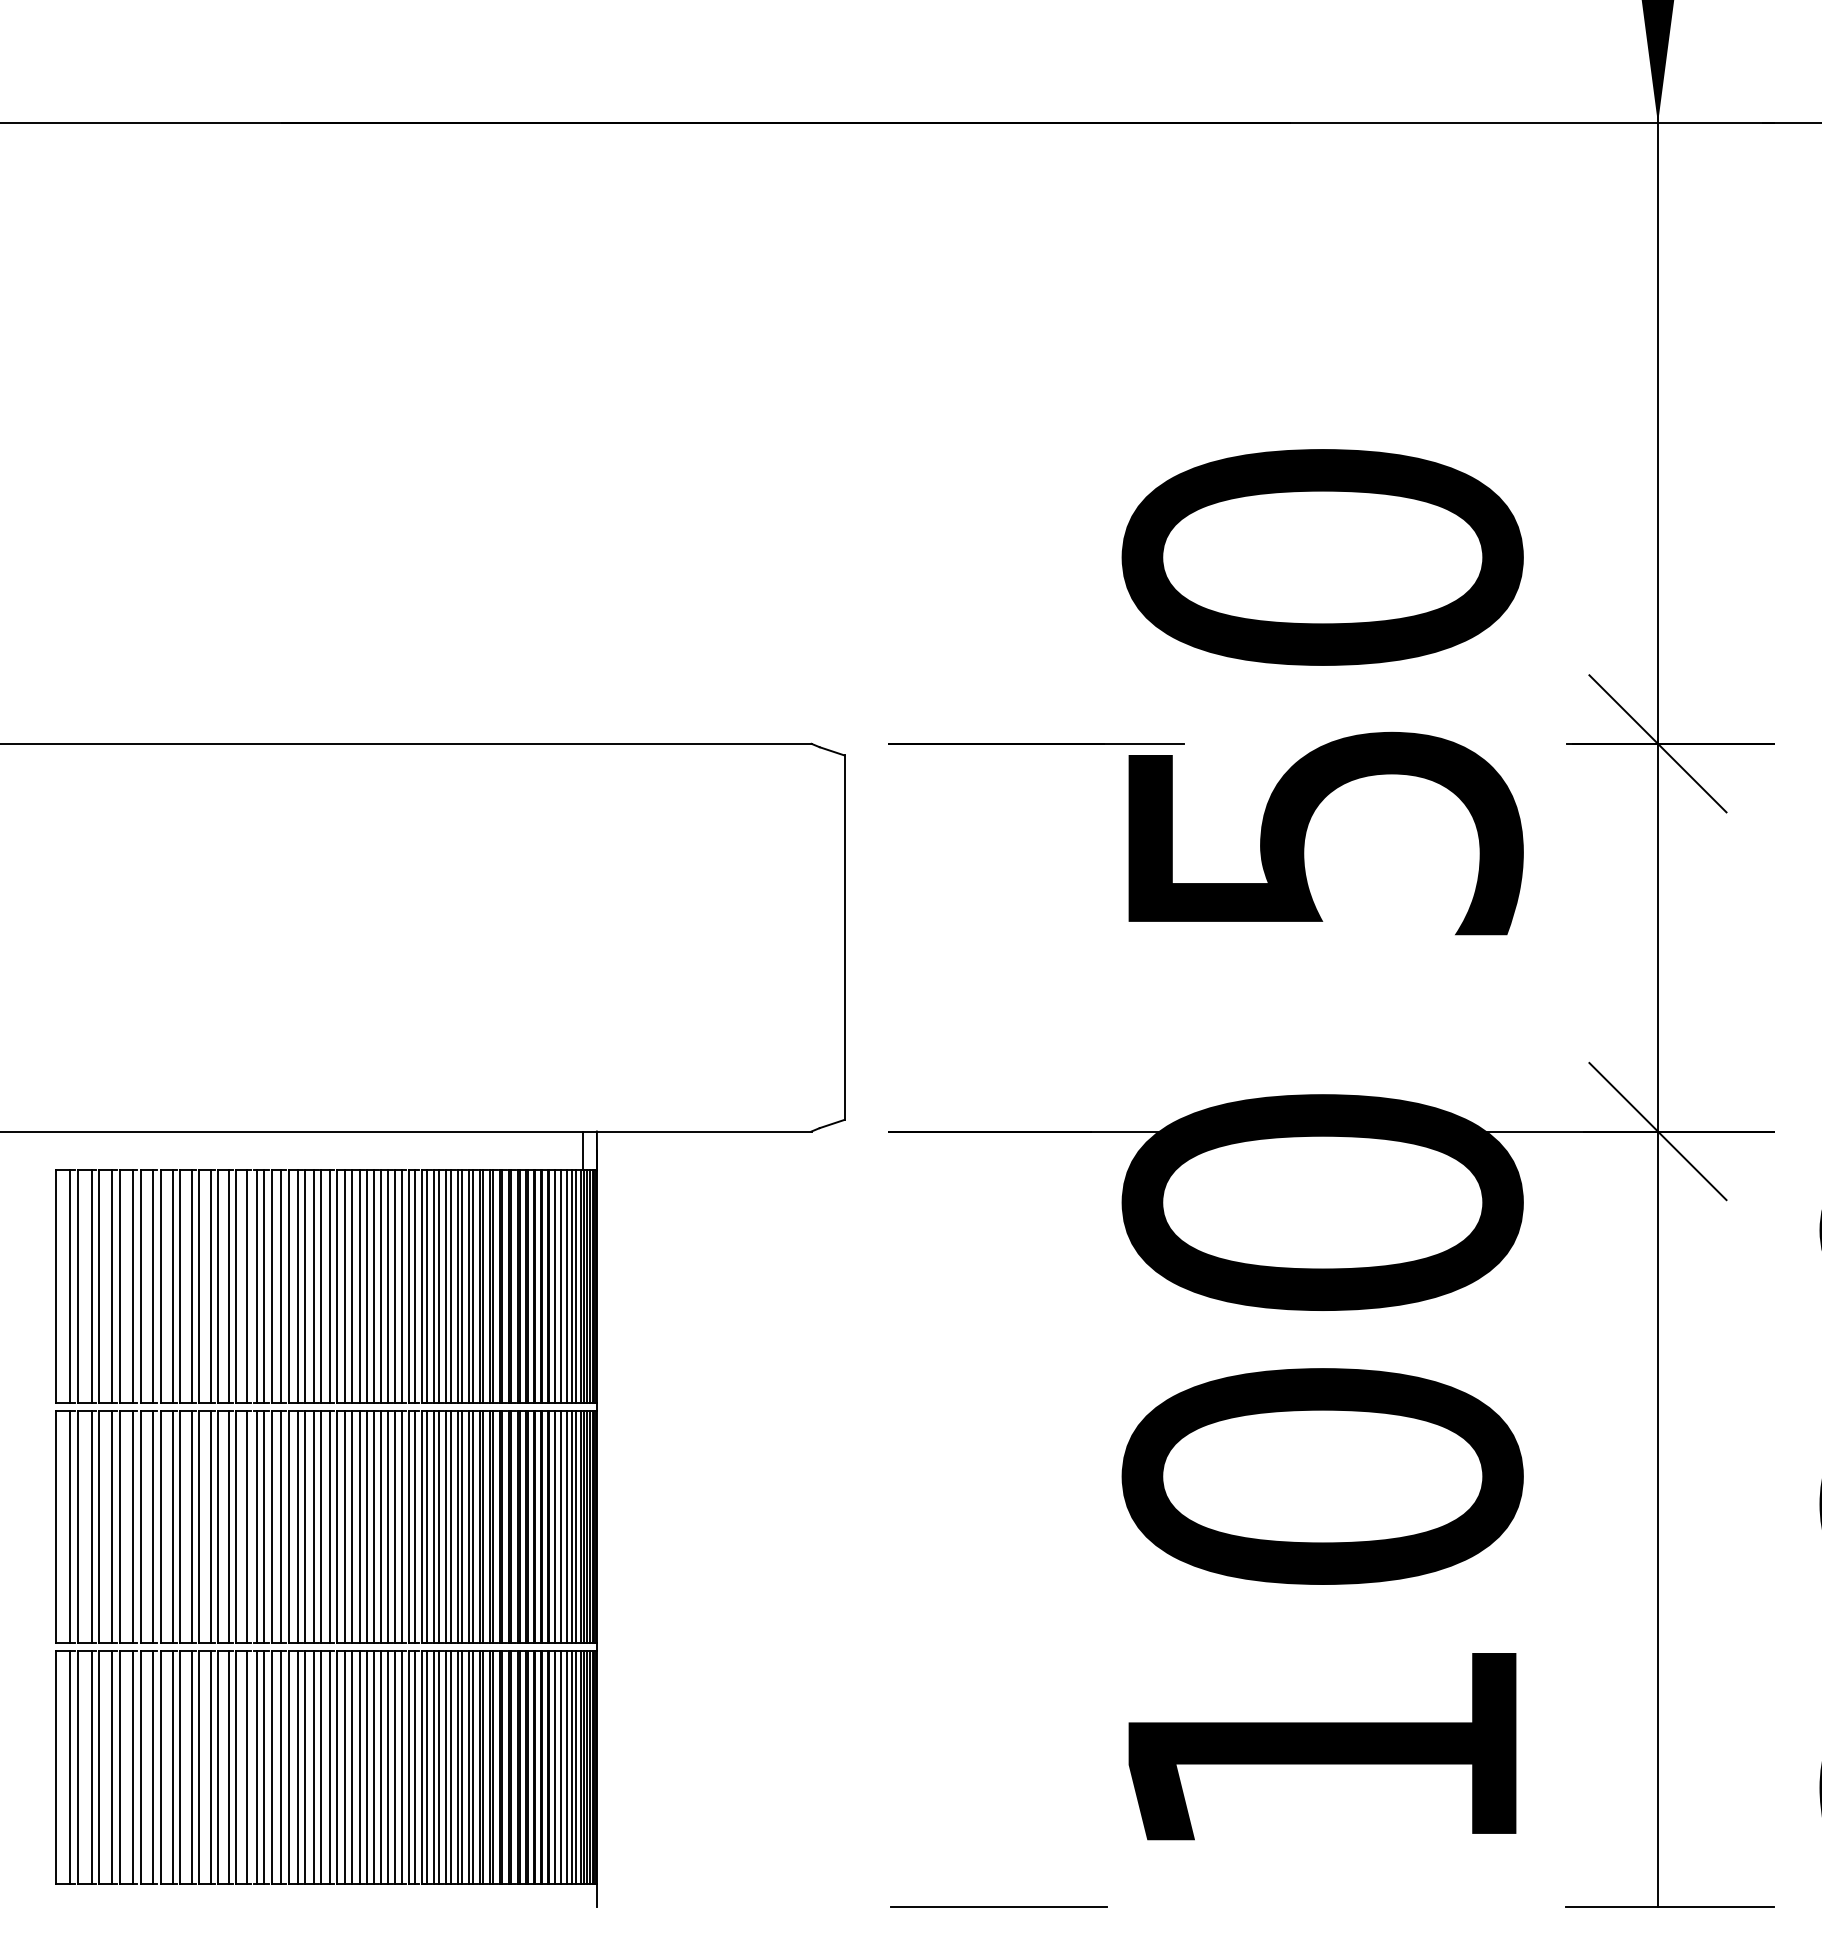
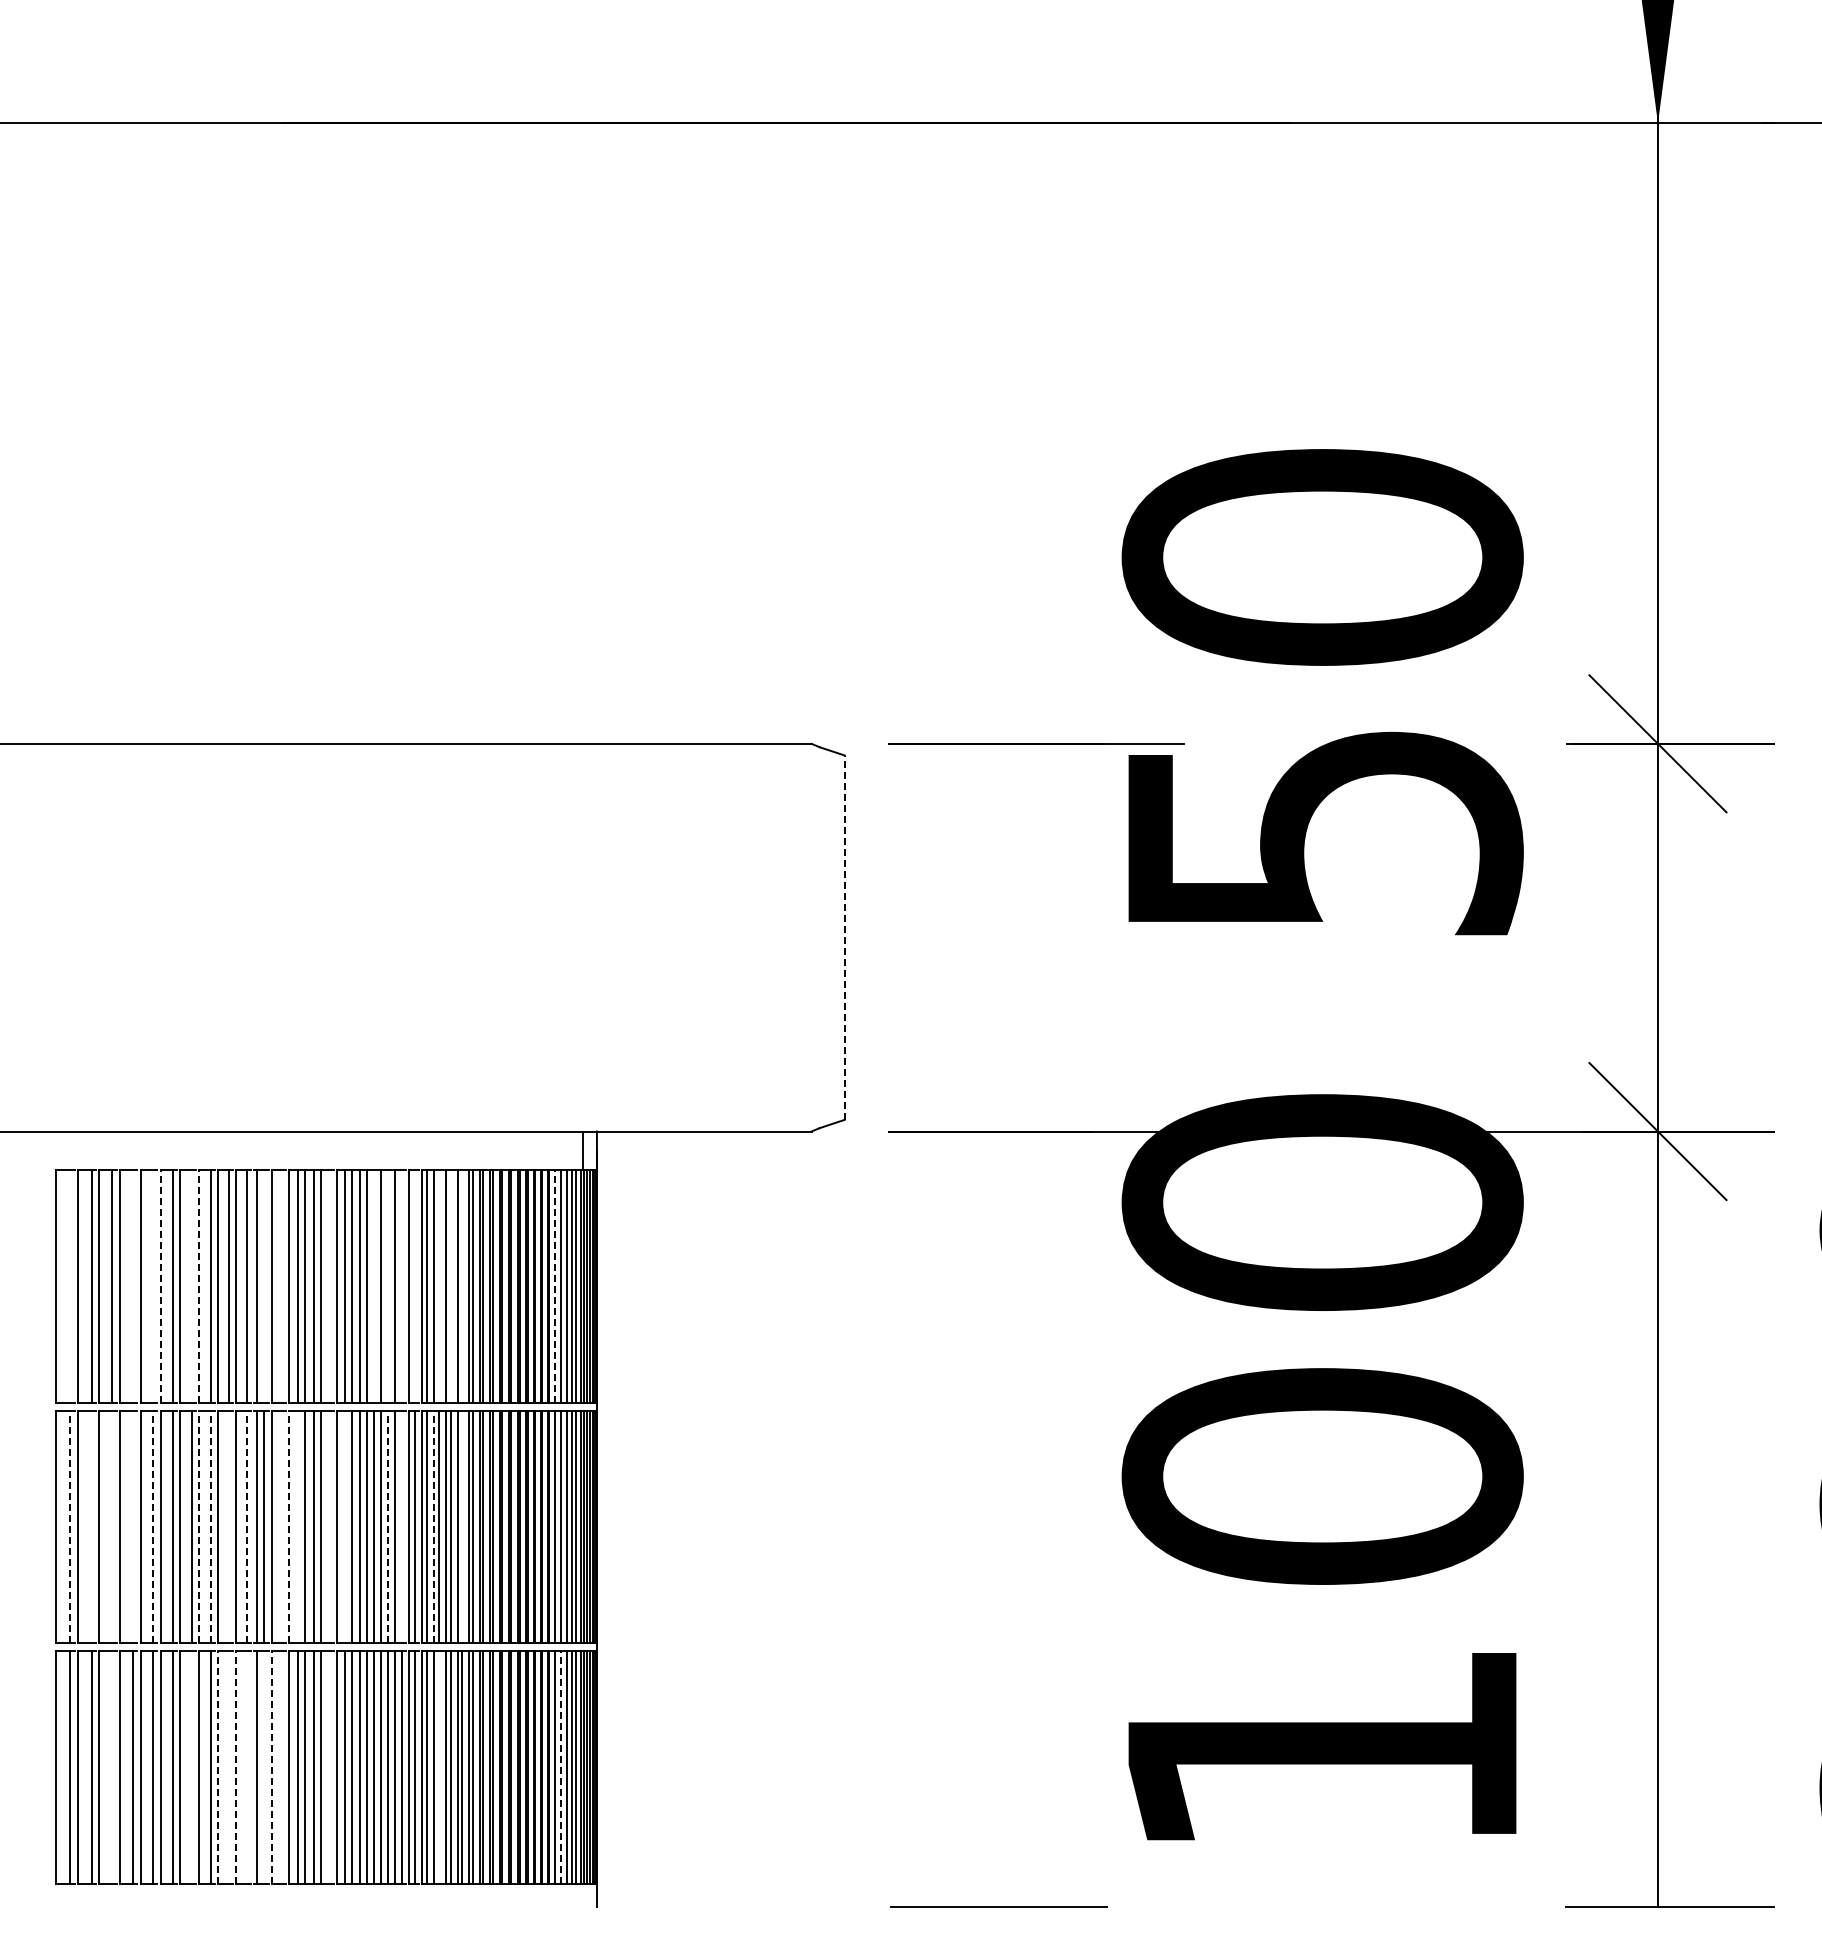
line at (844, 937): solid -> dashed
line at (70, 1286): present -> none
line at (132, 1286): present -> none
line at (153, 1286): present -> none
line at (160, 1286): solid -> dashed
line at (191, 1286): present -> none
line at (199, 1286): solid -> dashed
line at (264, 1286): present -> none
line at (281, 1286): present -> none
line at (329, 1286): present -> none
line at (374, 1286): present -> none
line at (388, 1286): present -> none
line at (401, 1286): present -> none
line at (414, 1286): present -> none
line at (439, 1286): present -> none
line at (451, 1286): present -> none
line at (462, 1286): present -> none
line at (555, 1286): solid -> dashed
line at (70, 1526): solid -> dashed
line at (91, 1526): present -> none
line at (112, 1526): present -> none
line at (132, 1526): present -> none
line at (153, 1526): solid -> dashed
line at (199, 1526): solid -> dashed
line at (210, 1526): solid -> dashed
line at (228, 1526): present -> none
line at (246, 1526): solid -> dashed
line at (281, 1526): present -> none
line at (288, 1526): solid -> dashed
line at (297, 1526): present -> none
line at (329, 1526): present -> none
line at (345, 1526): present -> none
line at (388, 1526): solid -> dashed
line at (401, 1526): present -> none
line at (434, 1526): solid -> dashed
line at (462, 1526): present -> none
line at (218, 1766): solid -> dashed
line at (236, 1766): solid -> dashed
line at (271, 1766): solid -> dashed
line at (560, 1766): solid -> dashed
line at (112, 1767): present -> none
line at (191, 1767): present -> none
line at (228, 1767): present -> none
line at (246, 1767): present -> none
line at (264, 1767): present -> none
line at (281, 1767): present -> none
line at (329, 1767): present -> none
line at (439, 1767): present -> none
